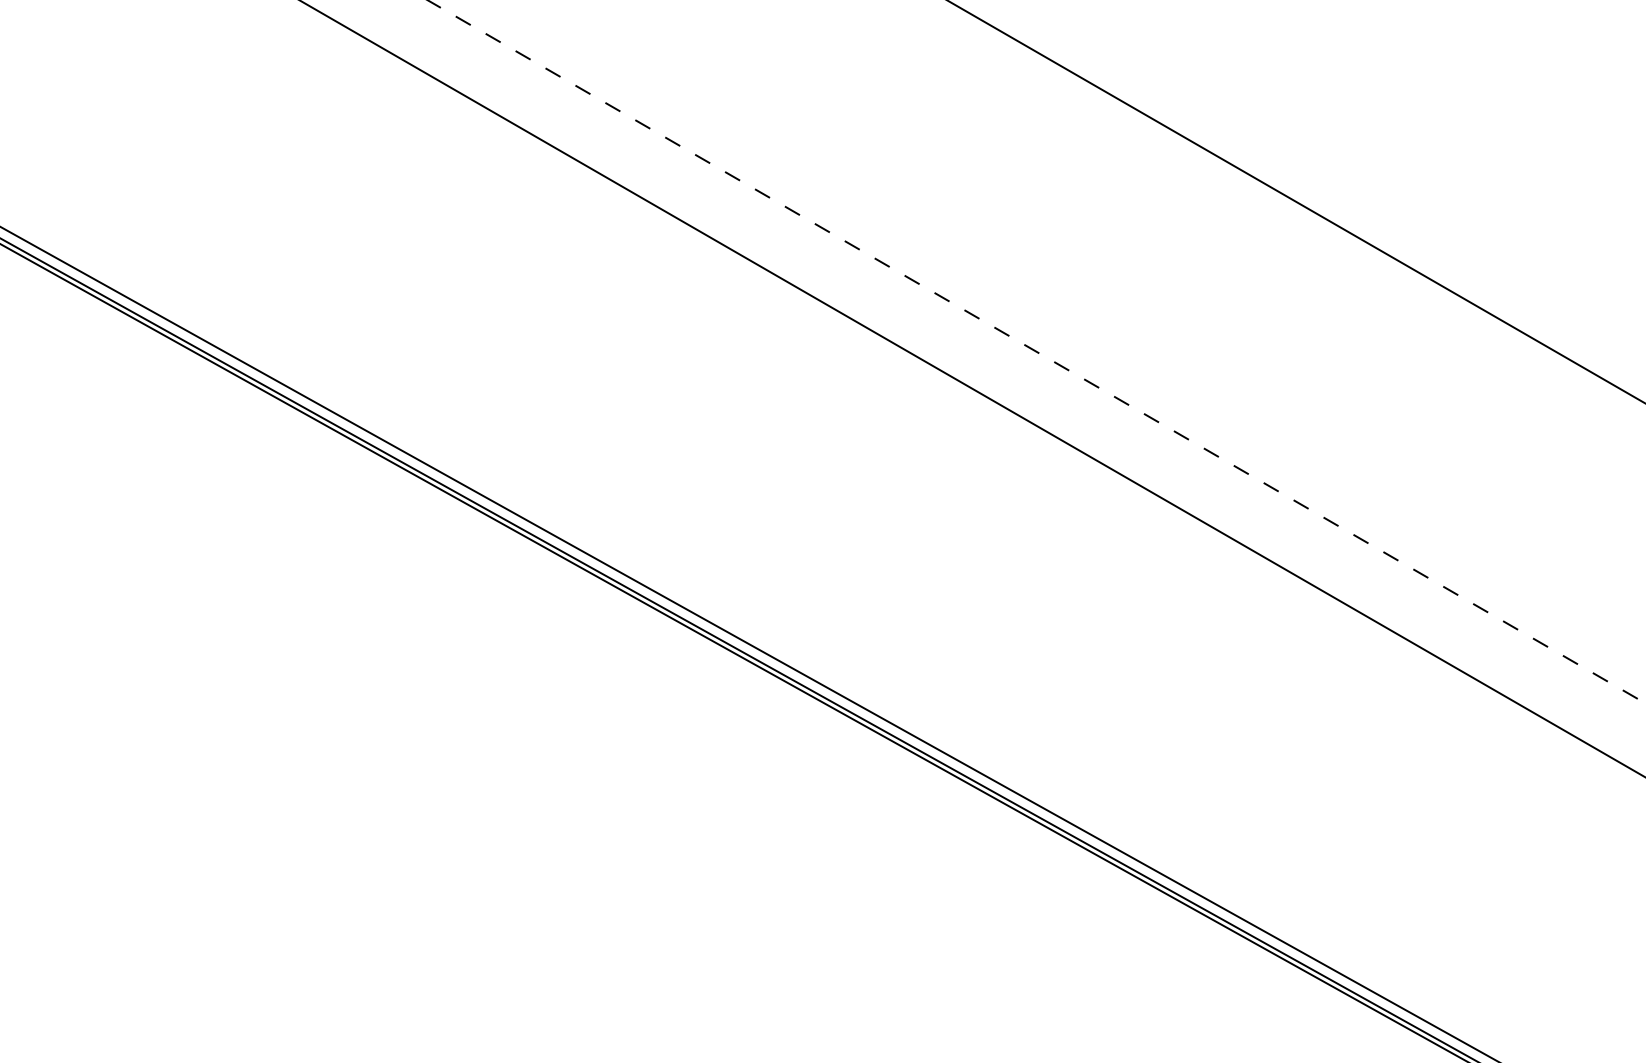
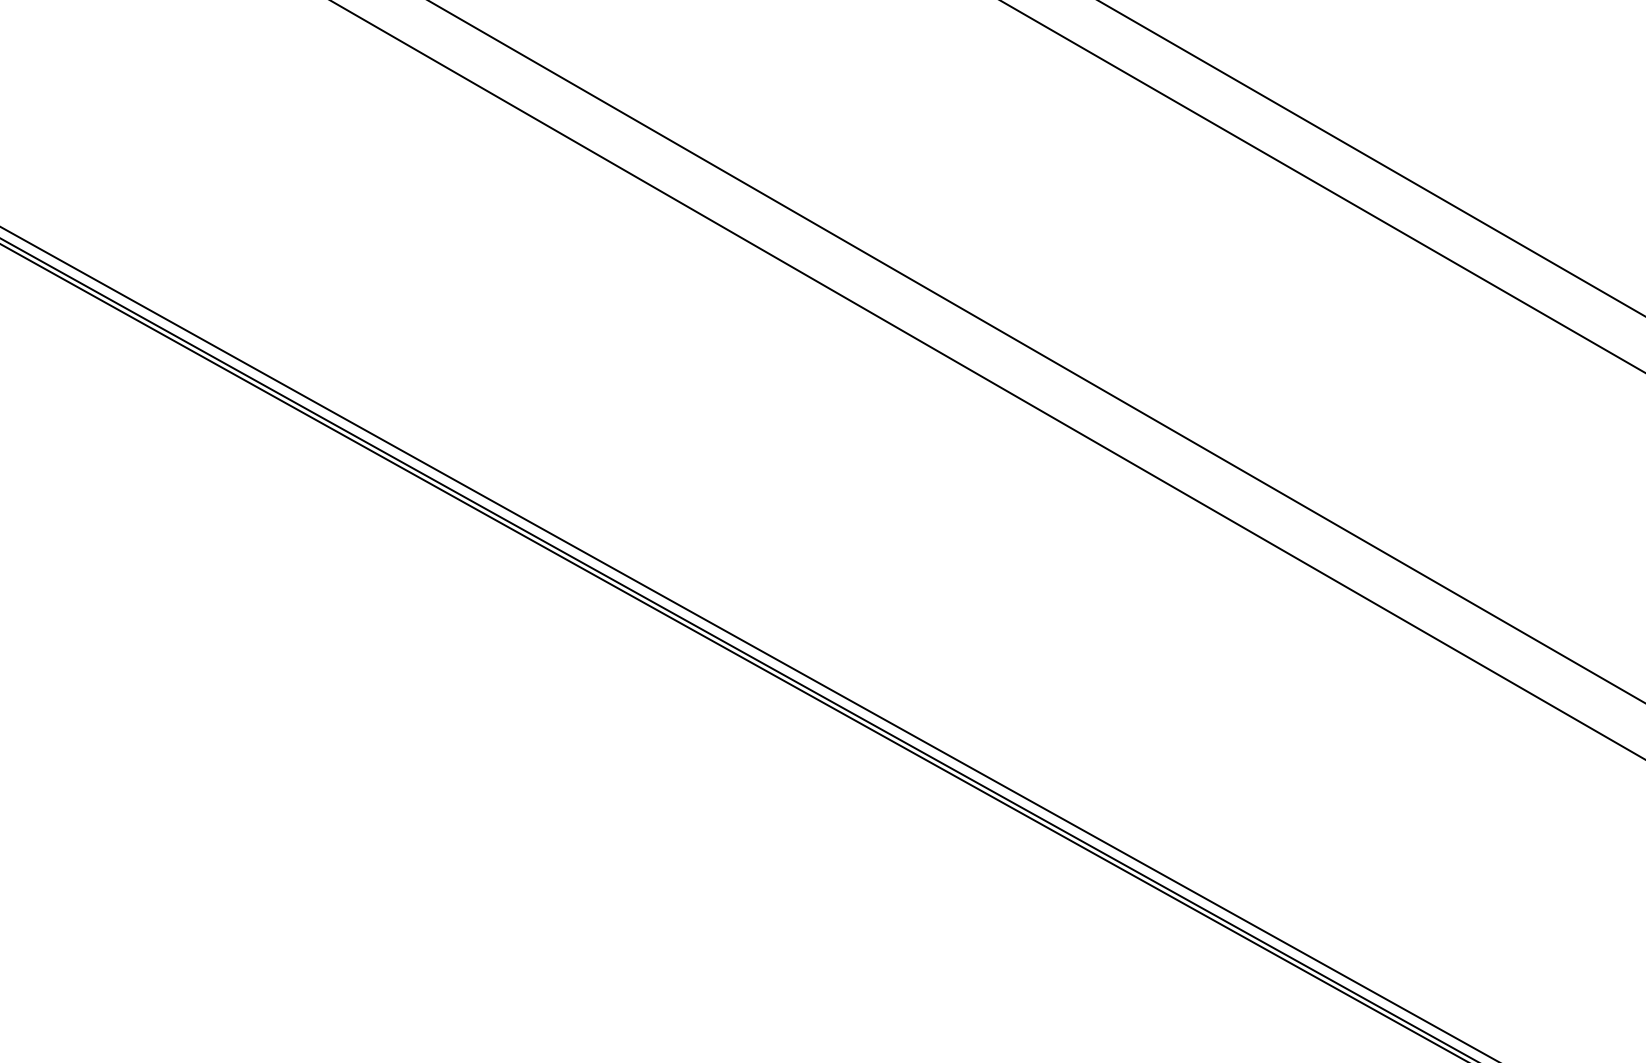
line at (1371, 158): none -> present
line at (1296, 201) position: (1296, 201) -> (1322, 186)
line at (1036, 351): dashed -> solid
line at (972, 388) position: (972, 388) -> (987, 379)
